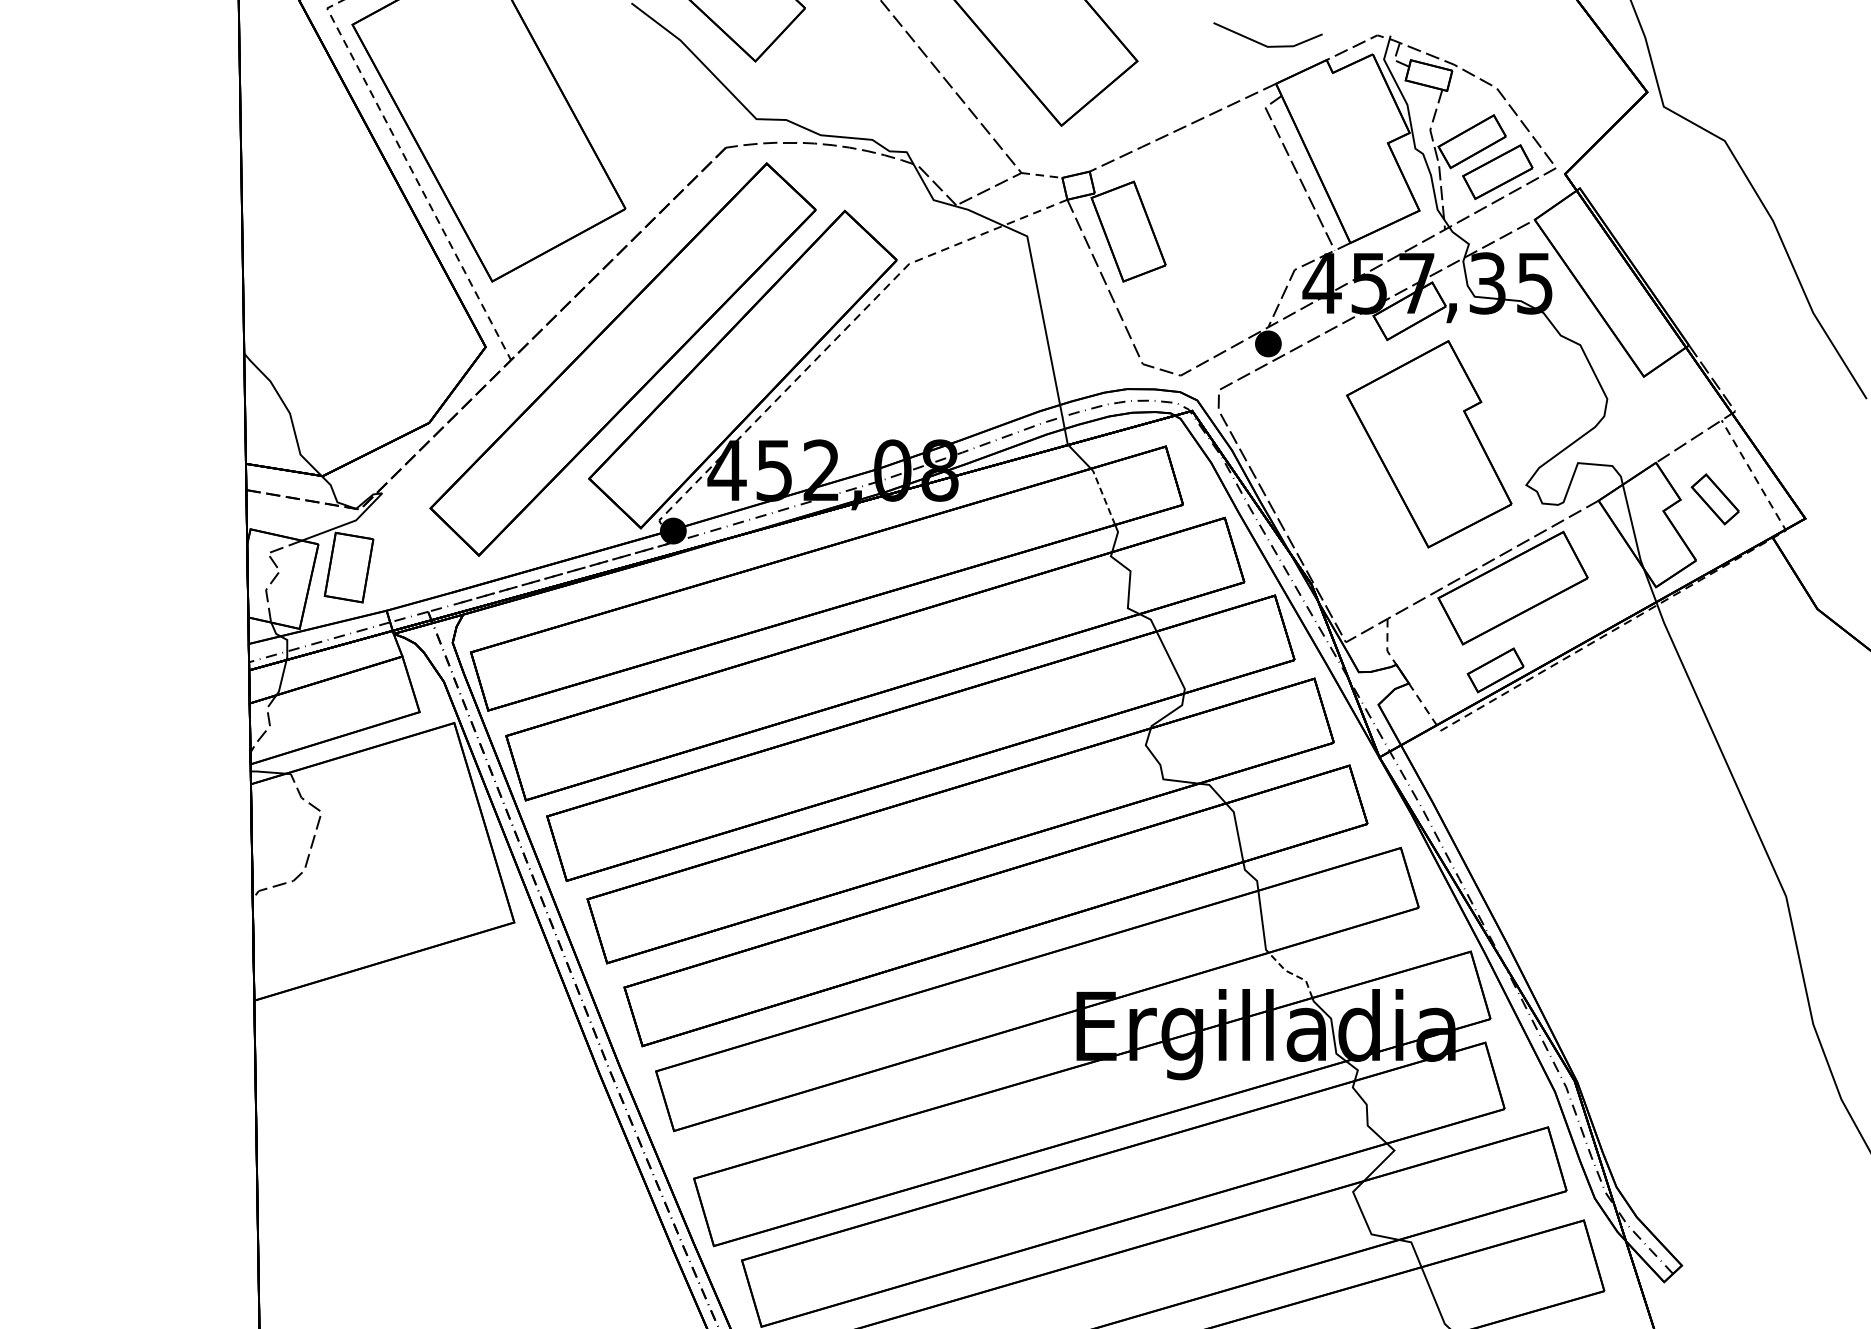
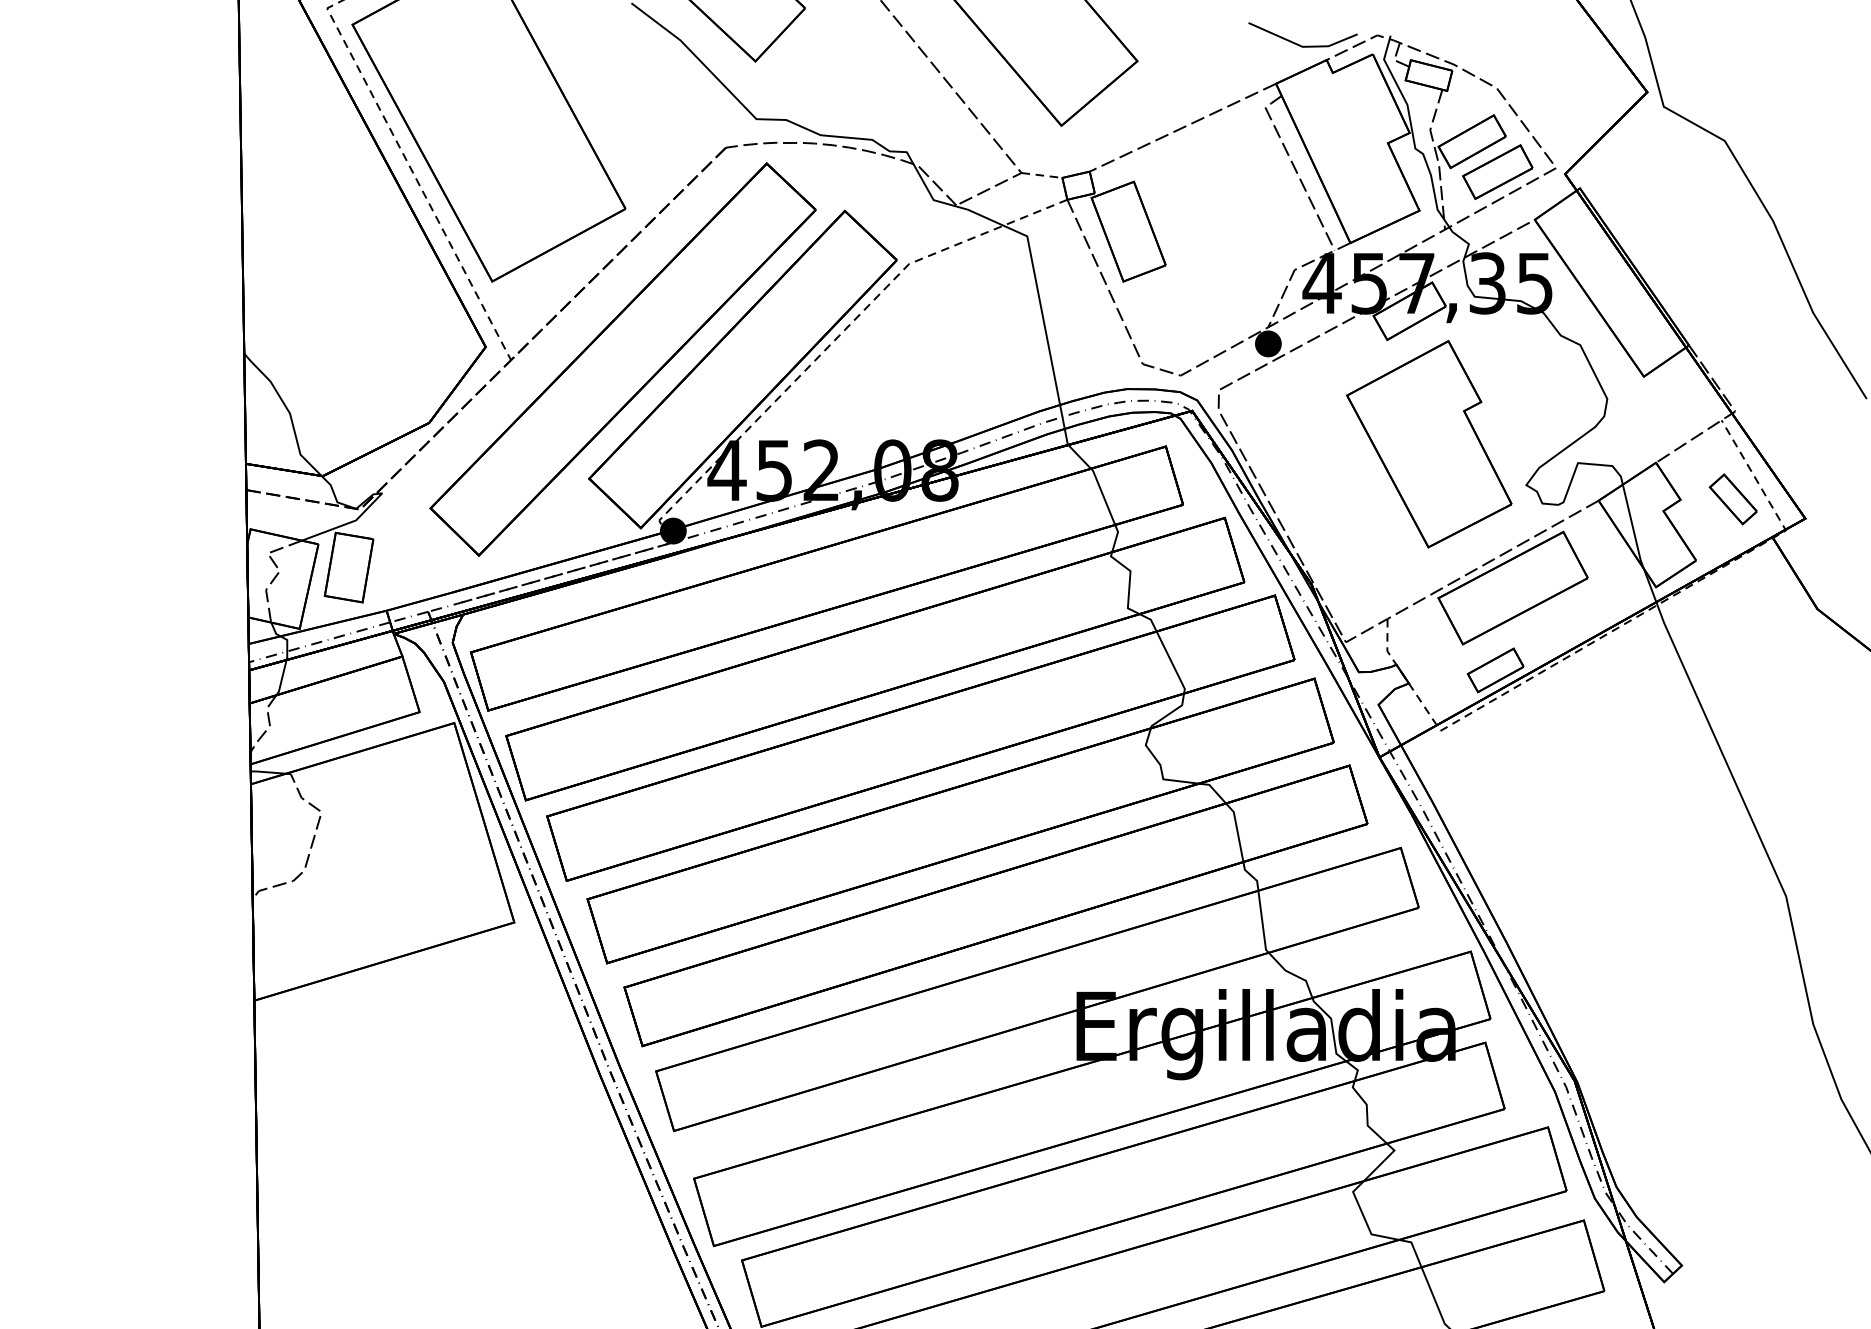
line at (1265, 44) position: (1265, 44) -> (1300, 44)
line at (1103, 495): dashed -> solid
part at (1714, 499) position: (1714, 499) -> (1732, 499)
line at (1293, 974): dashed -> solid
